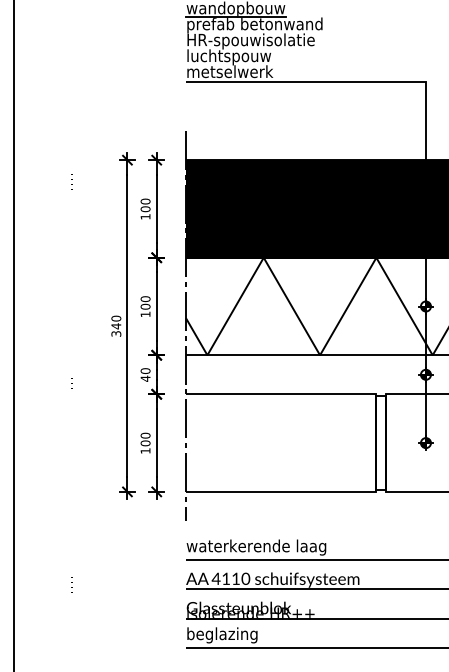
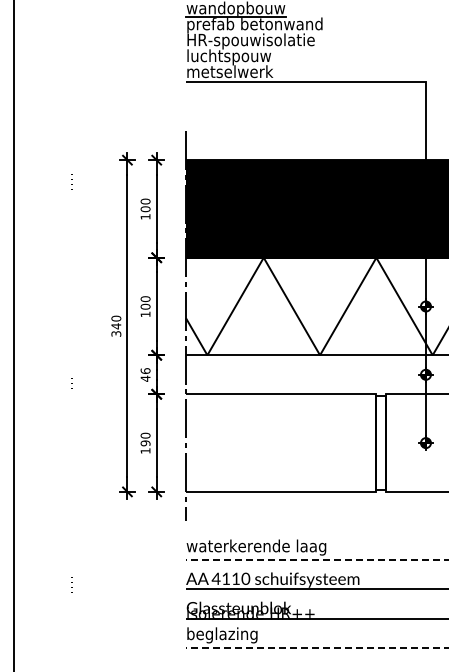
text at (145, 370): 40 -> 46
text at (145, 443): 100 -> 190
line at (316, 560): solid -> dashed
line at (316, 647): solid -> dashed
